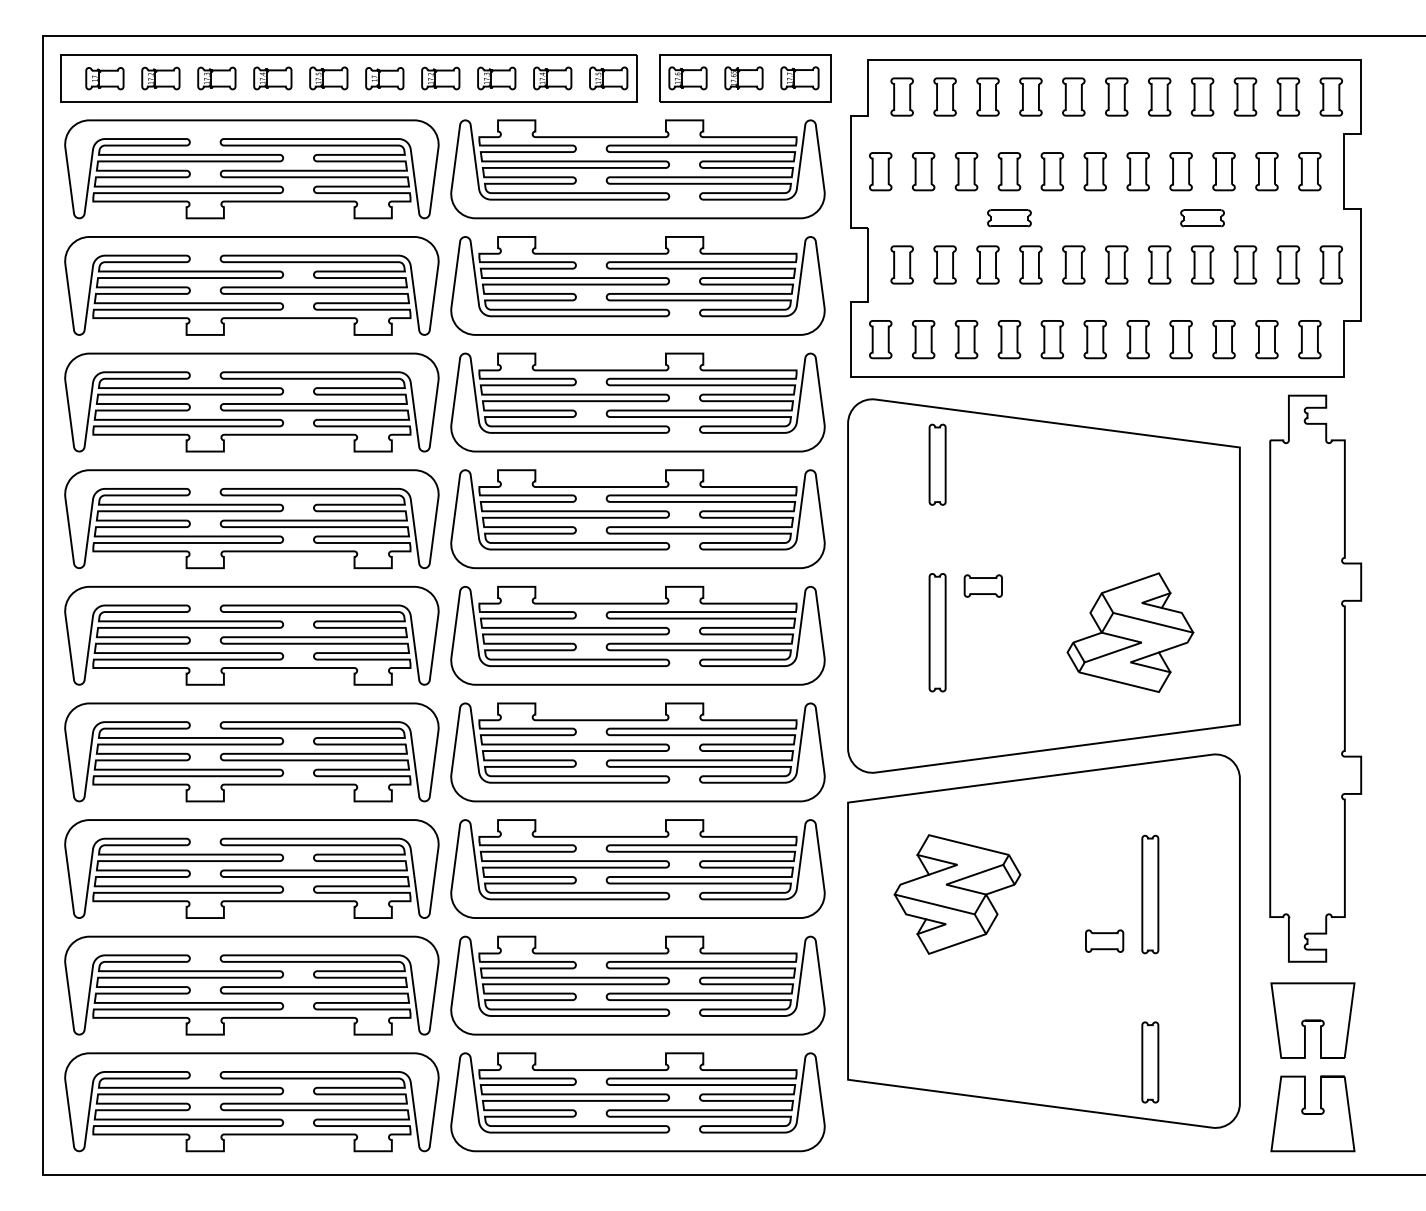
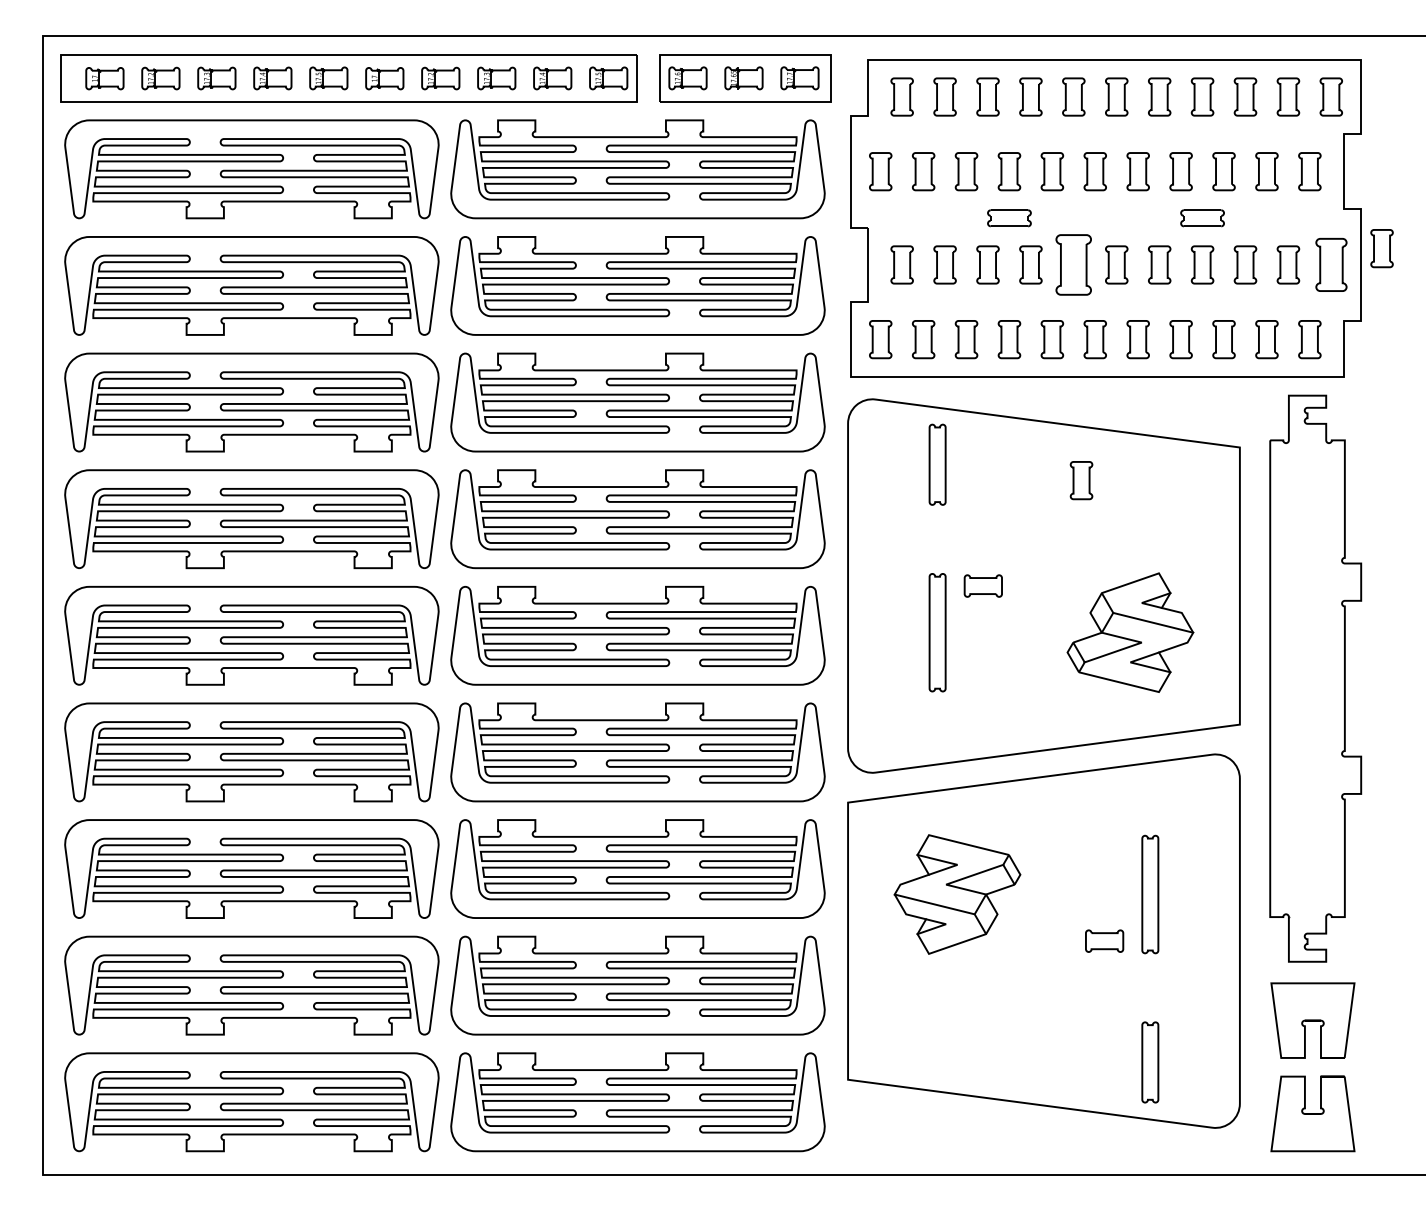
part at (1381, 248): none -> present
part at (1073, 264) size: 24x40 px -> 37x62 px
part at (1330, 264) size: 24x40 px -> 33x54 px
part at (1081, 480): none -> present
